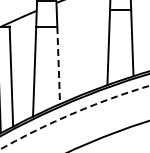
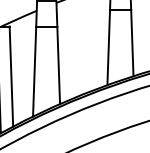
line at (58, 65): dashed -> solid
arc at (72, 113): dashed -> solid
